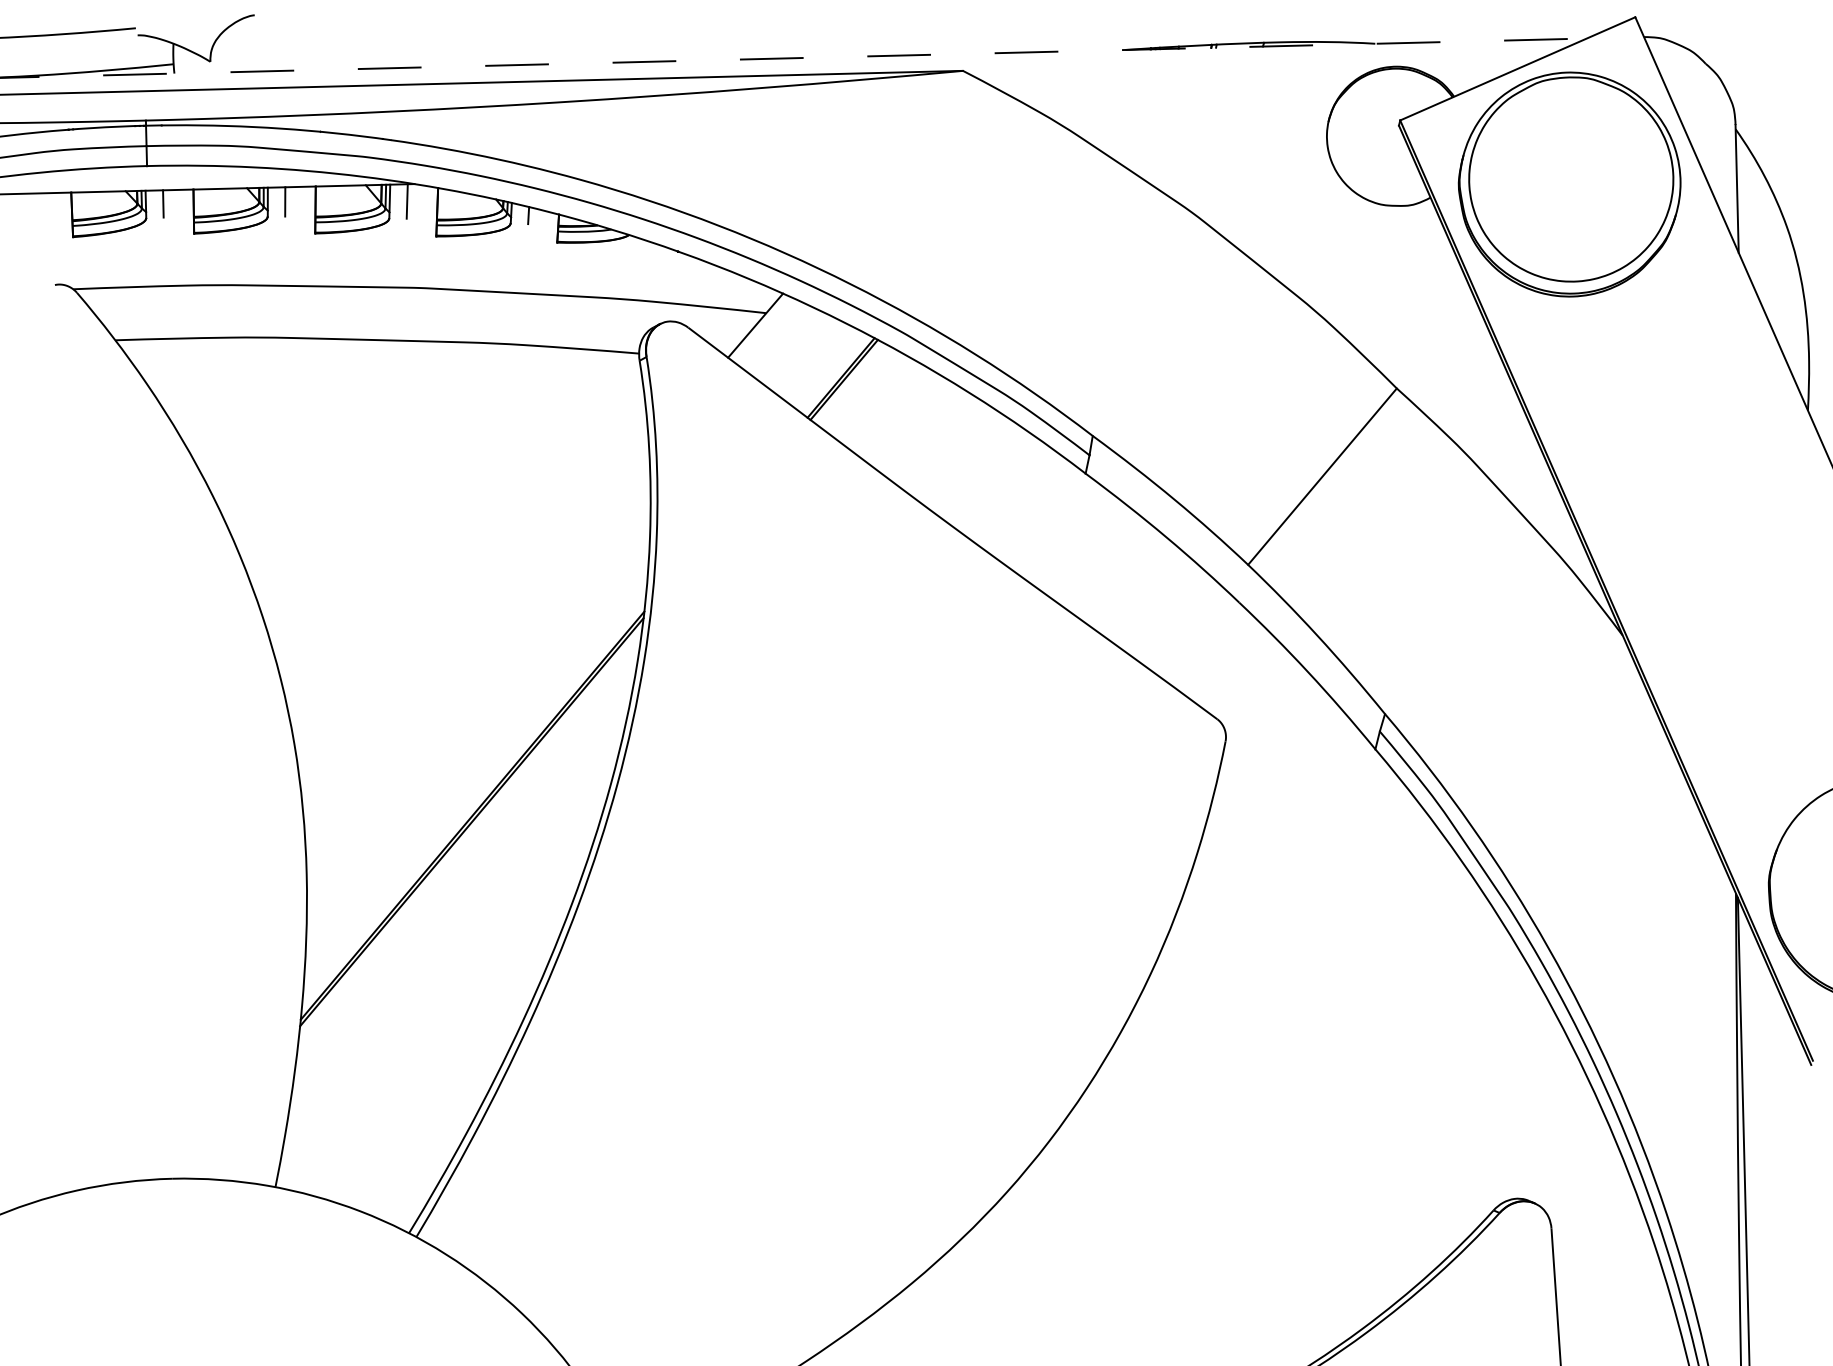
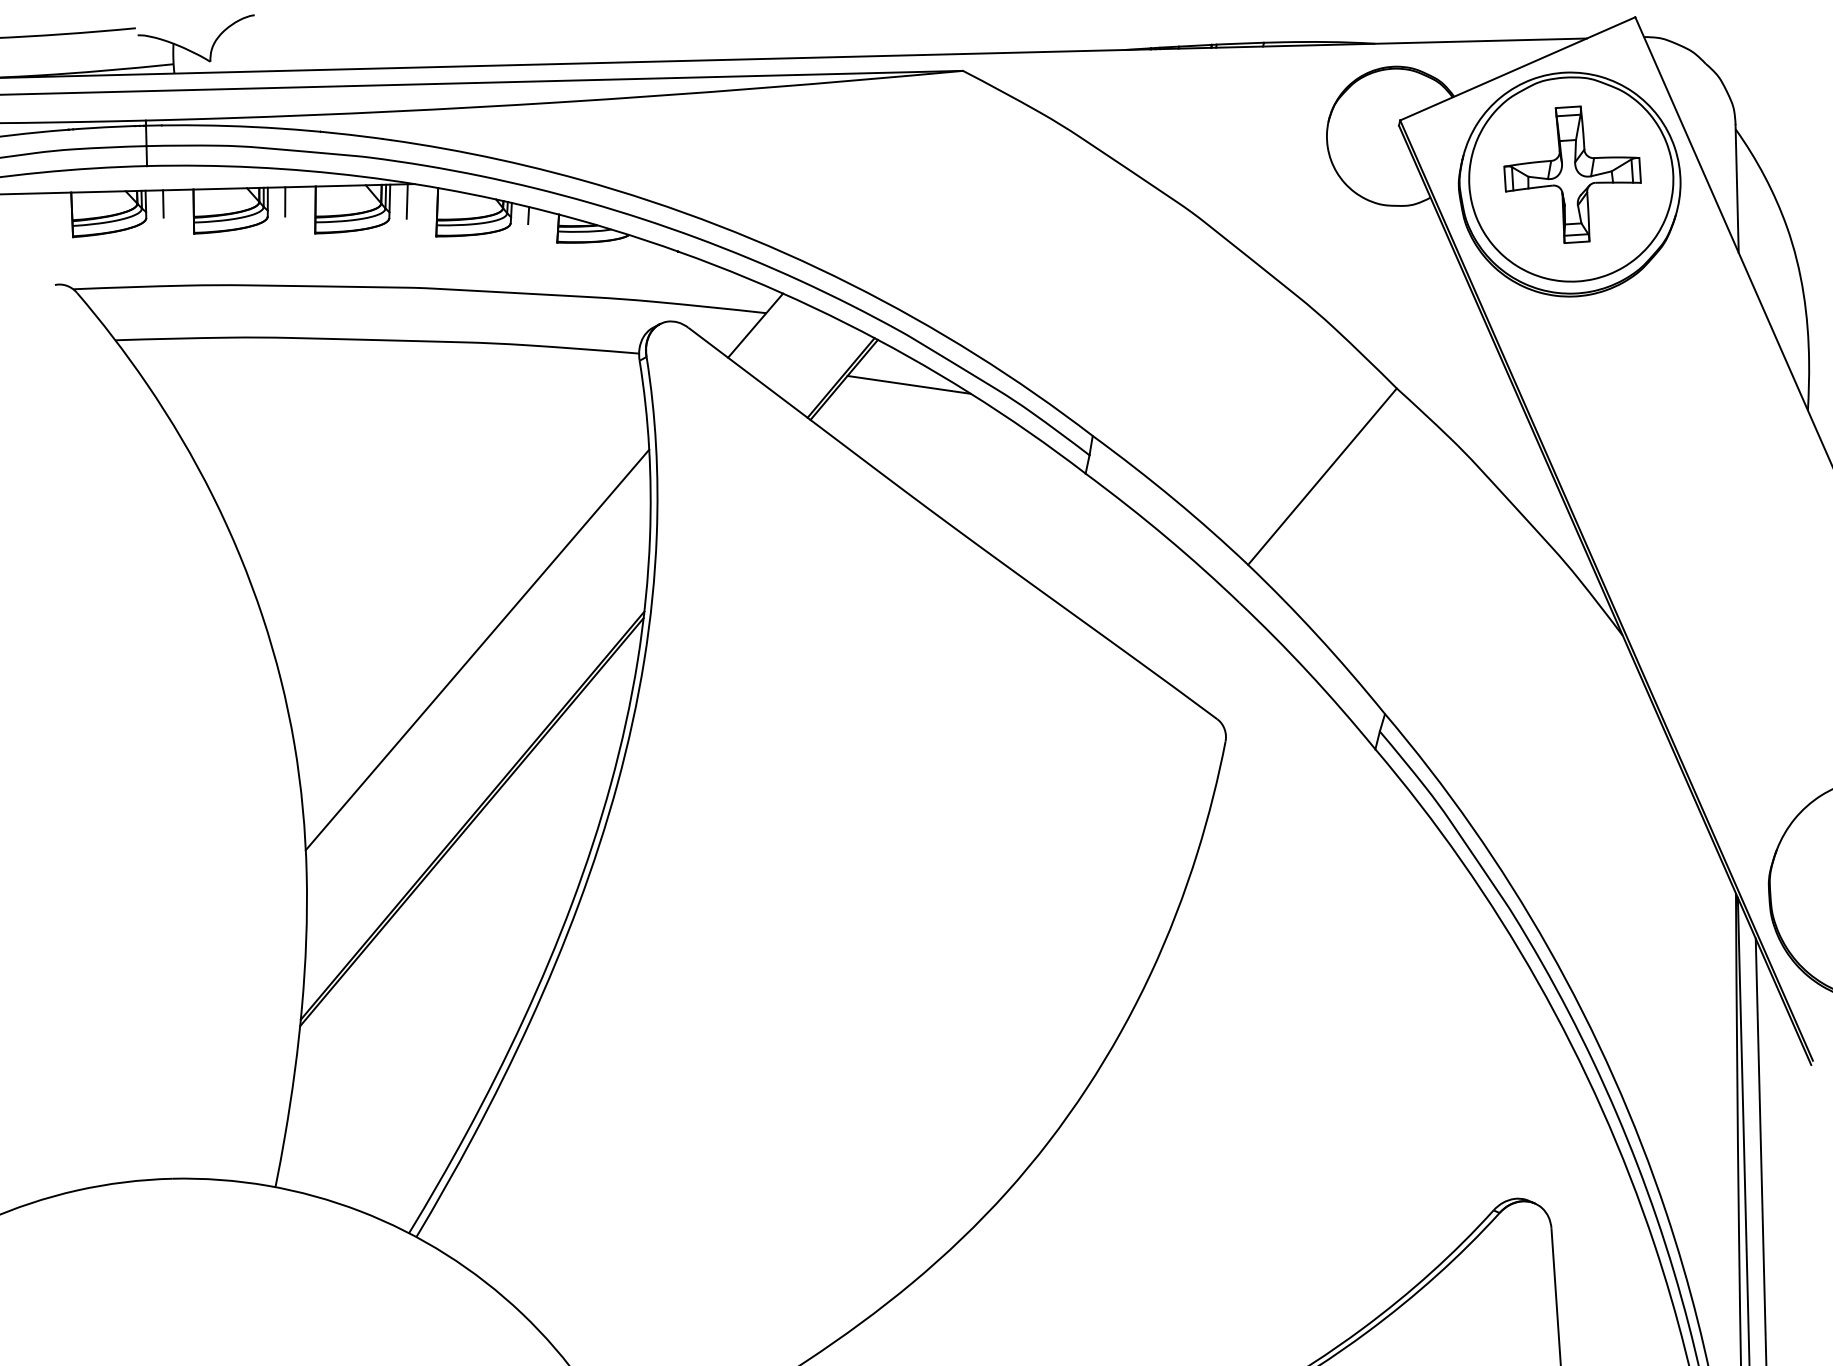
line at (794, 58): dashed -> solid
part at (1572, 174): none -> present
line at (908, 384): none -> present
line at (477, 649): none -> present
line at (1760, 1150): none -> present
